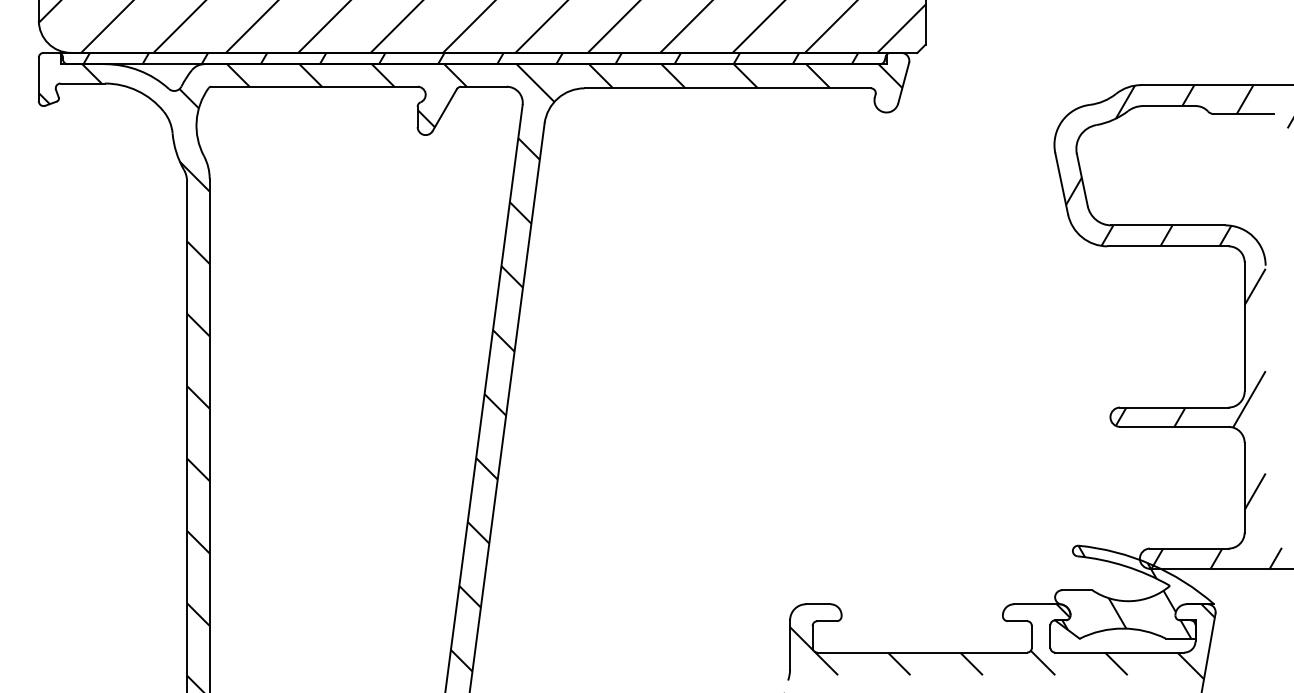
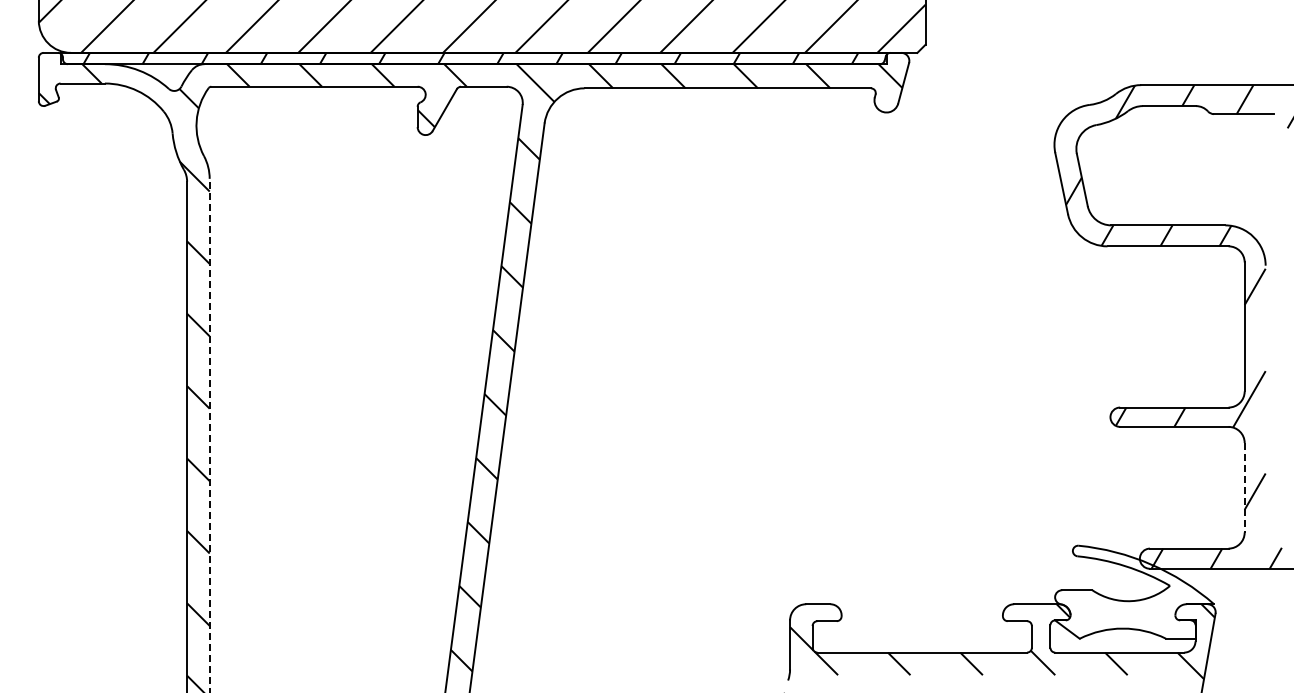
line at (209, 435): solid -> dashed
line at (1244, 487): solid -> dashed
hatch at (1126, 591): present -> none
